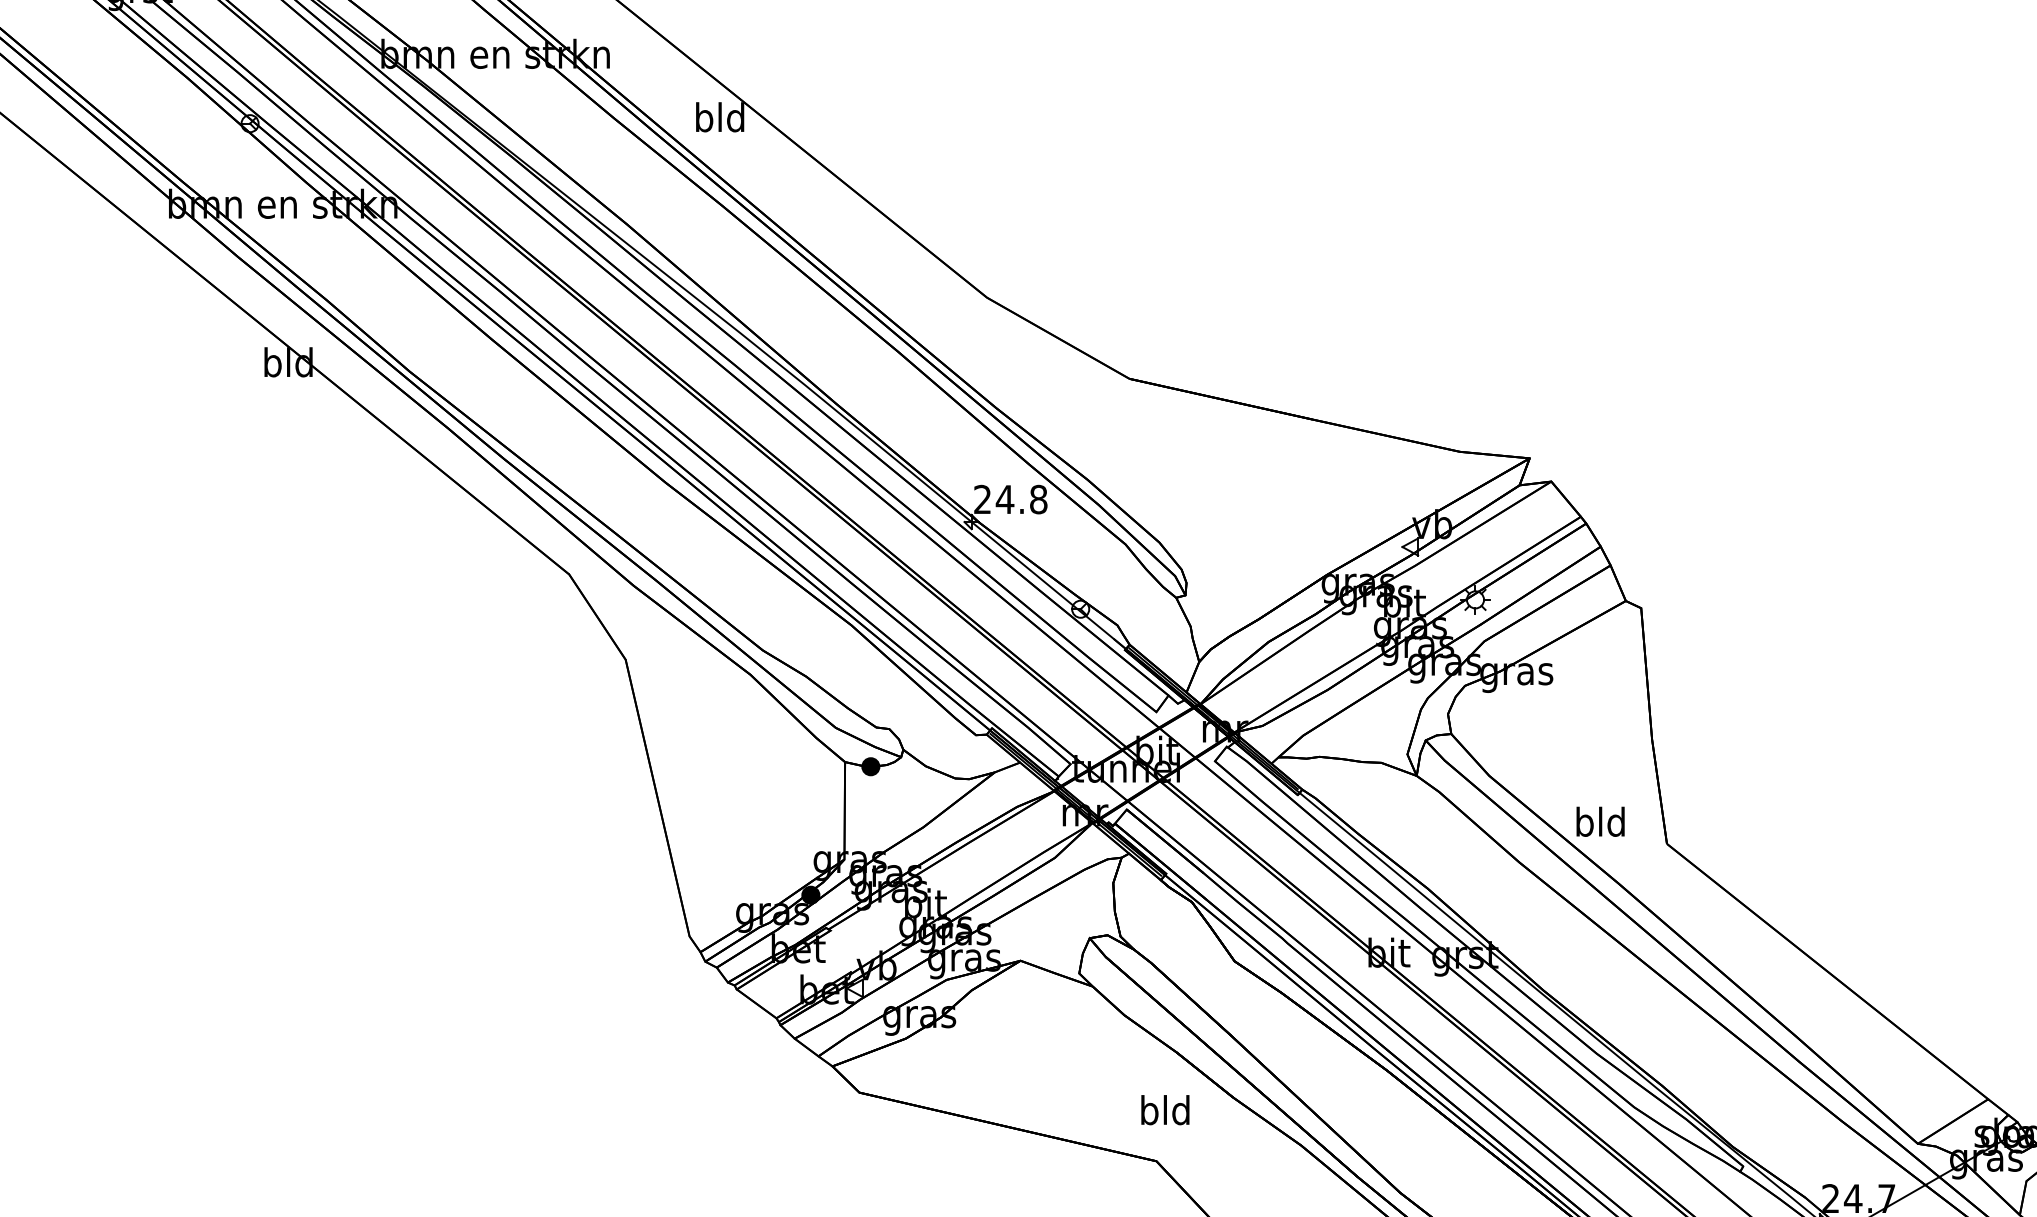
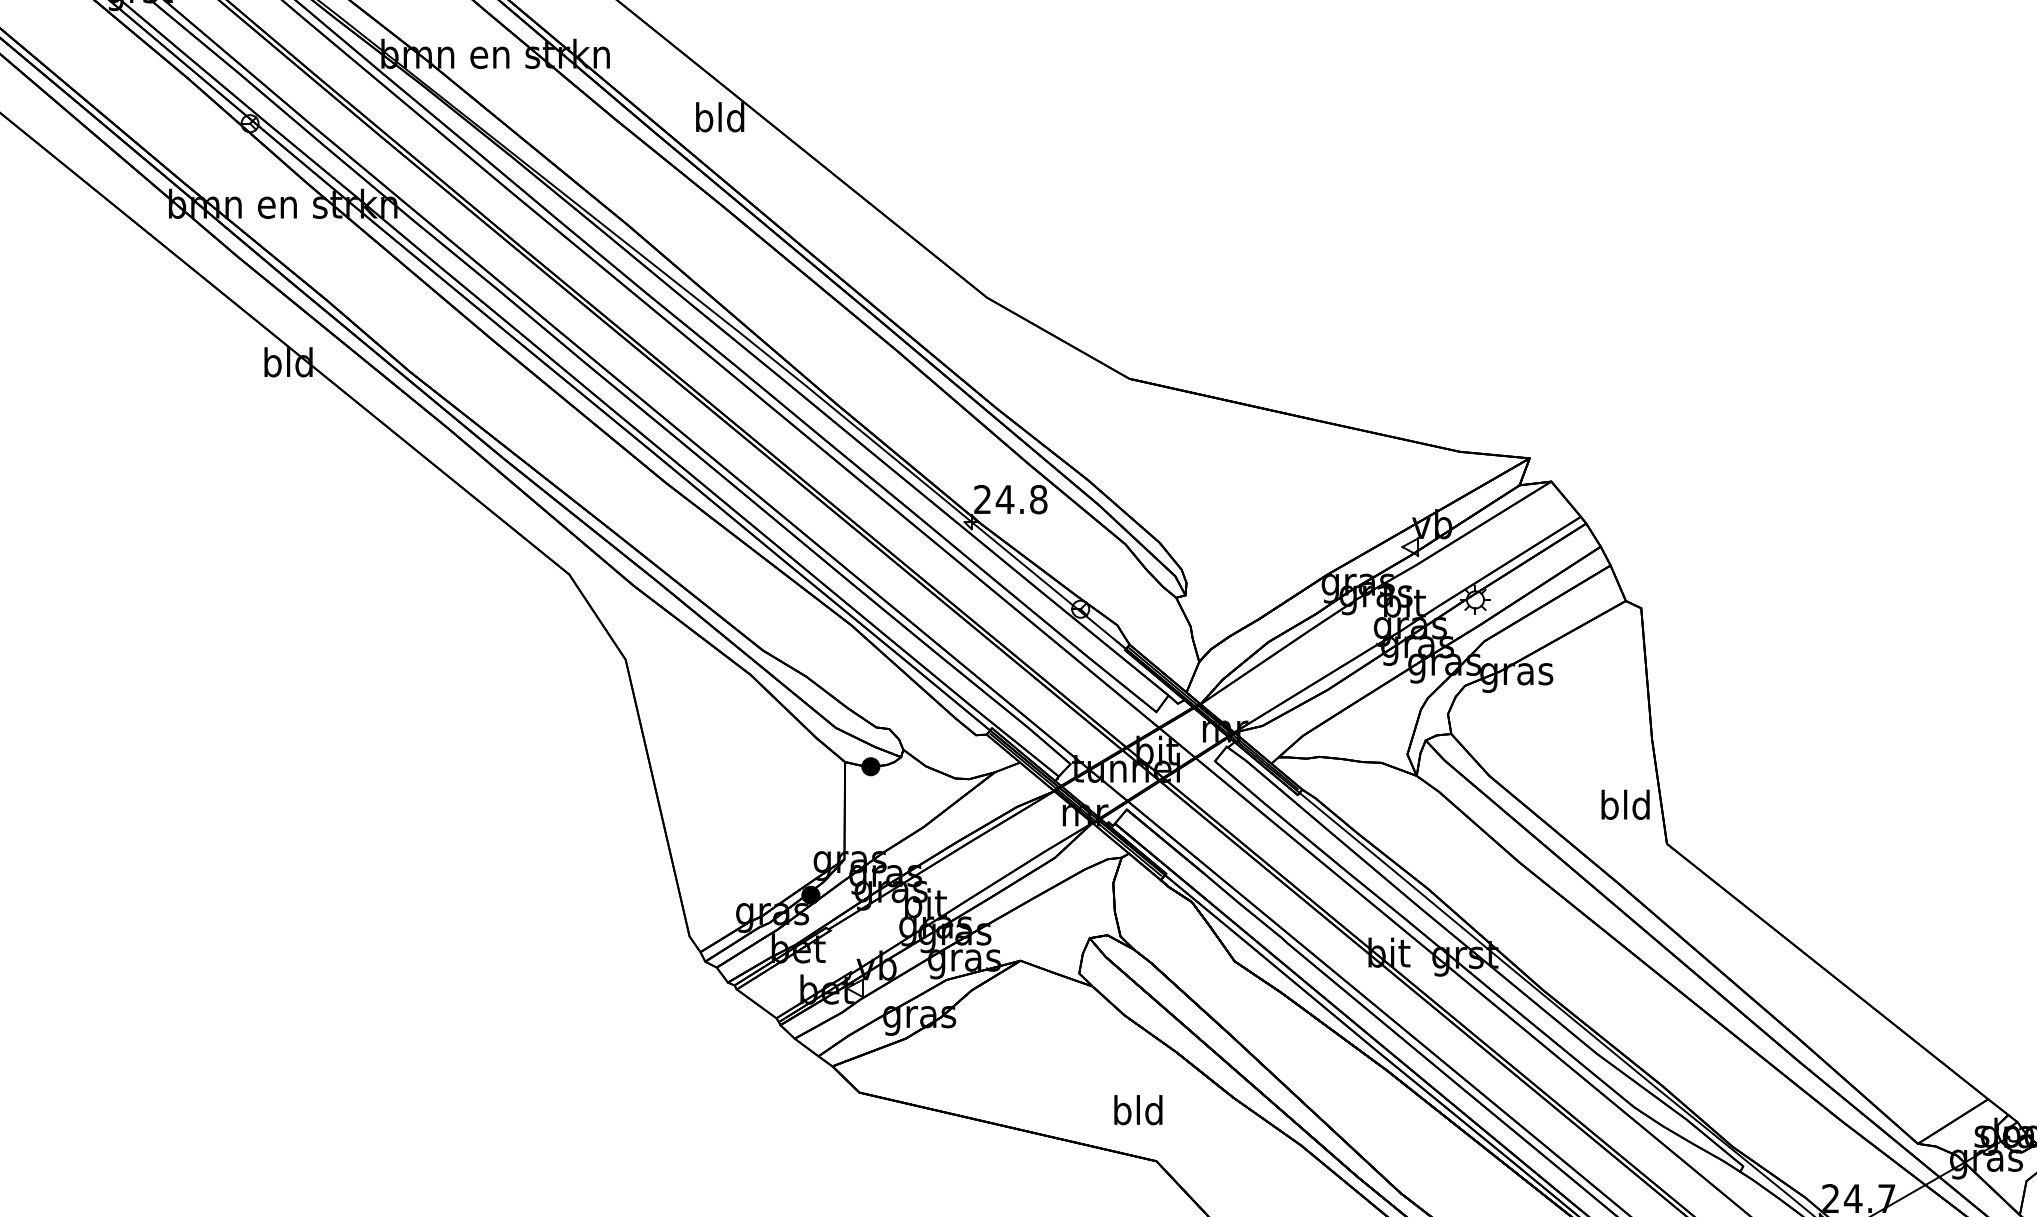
text at (1600, 821) position: (1600, 821) -> (1625, 804)
text at (1165, 1110) position: (1165, 1110) -> (1138, 1110)
